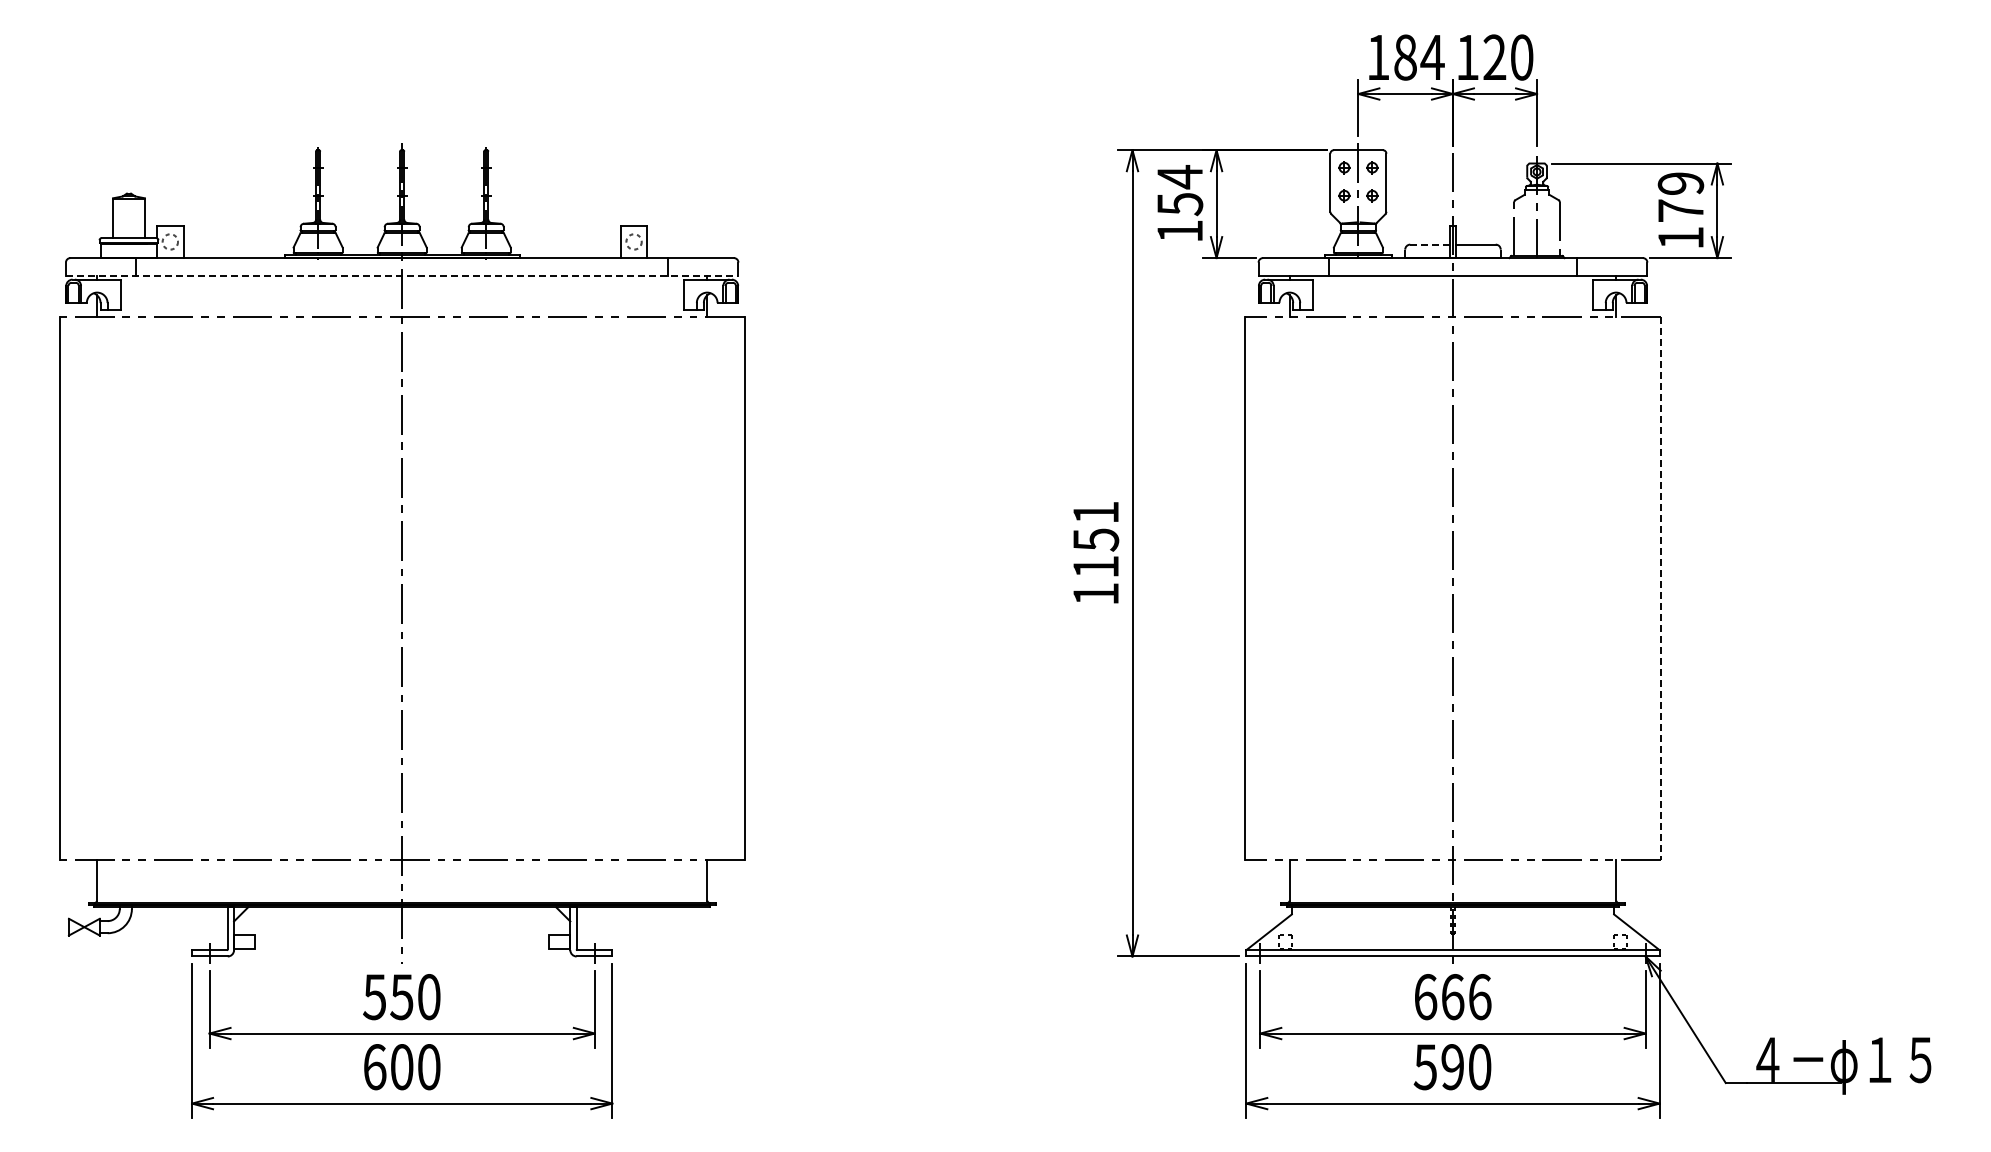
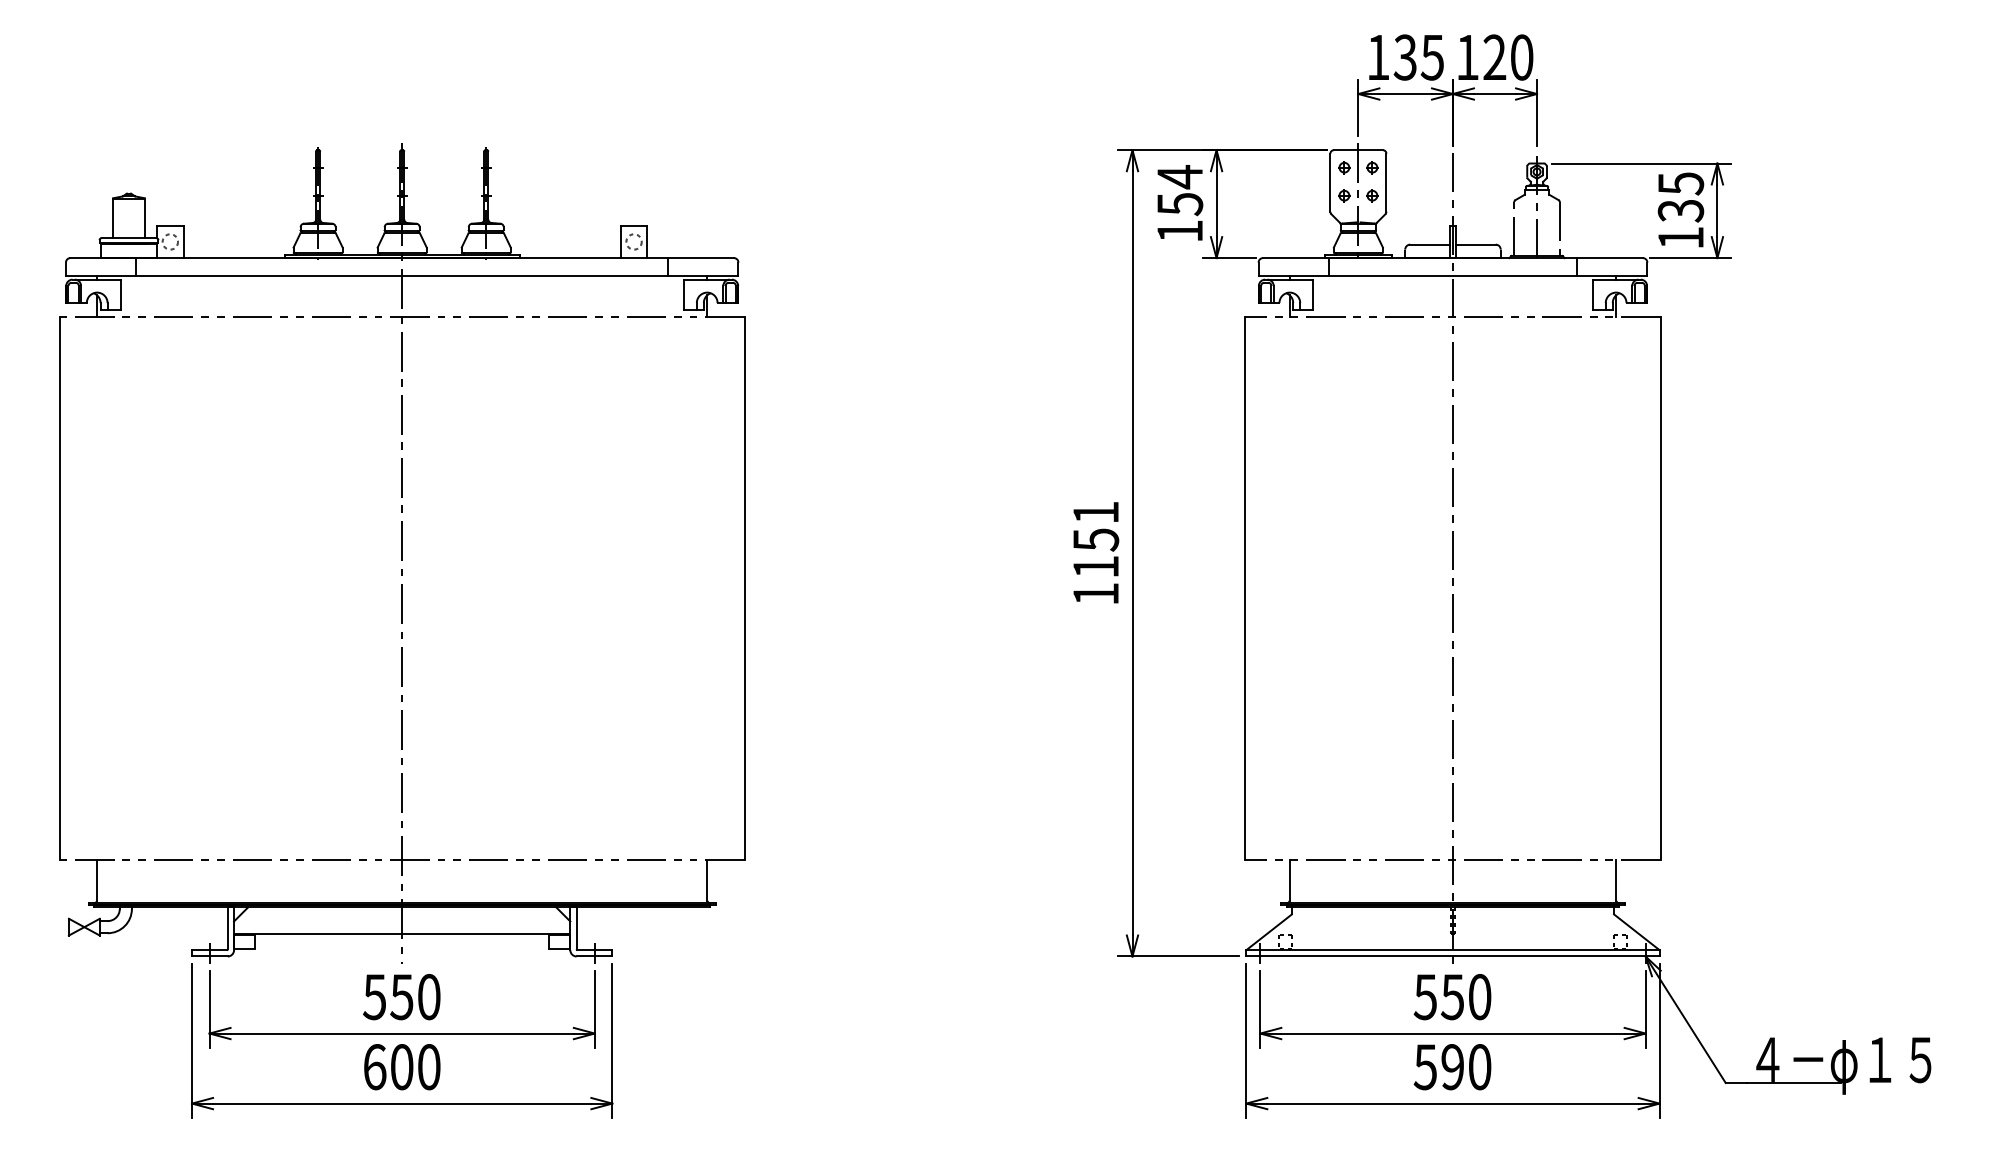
text at (1418, 57): 184 -> 135
text at (1680, 197): 179 -> 135
line at (1430, 244): dashed -> solid
line at (402, 275): dashed -> solid
line at (1660, 588): dashed -> solid
line at (402, 934): none -> present
text at (1452, 997): 666 -> 550
